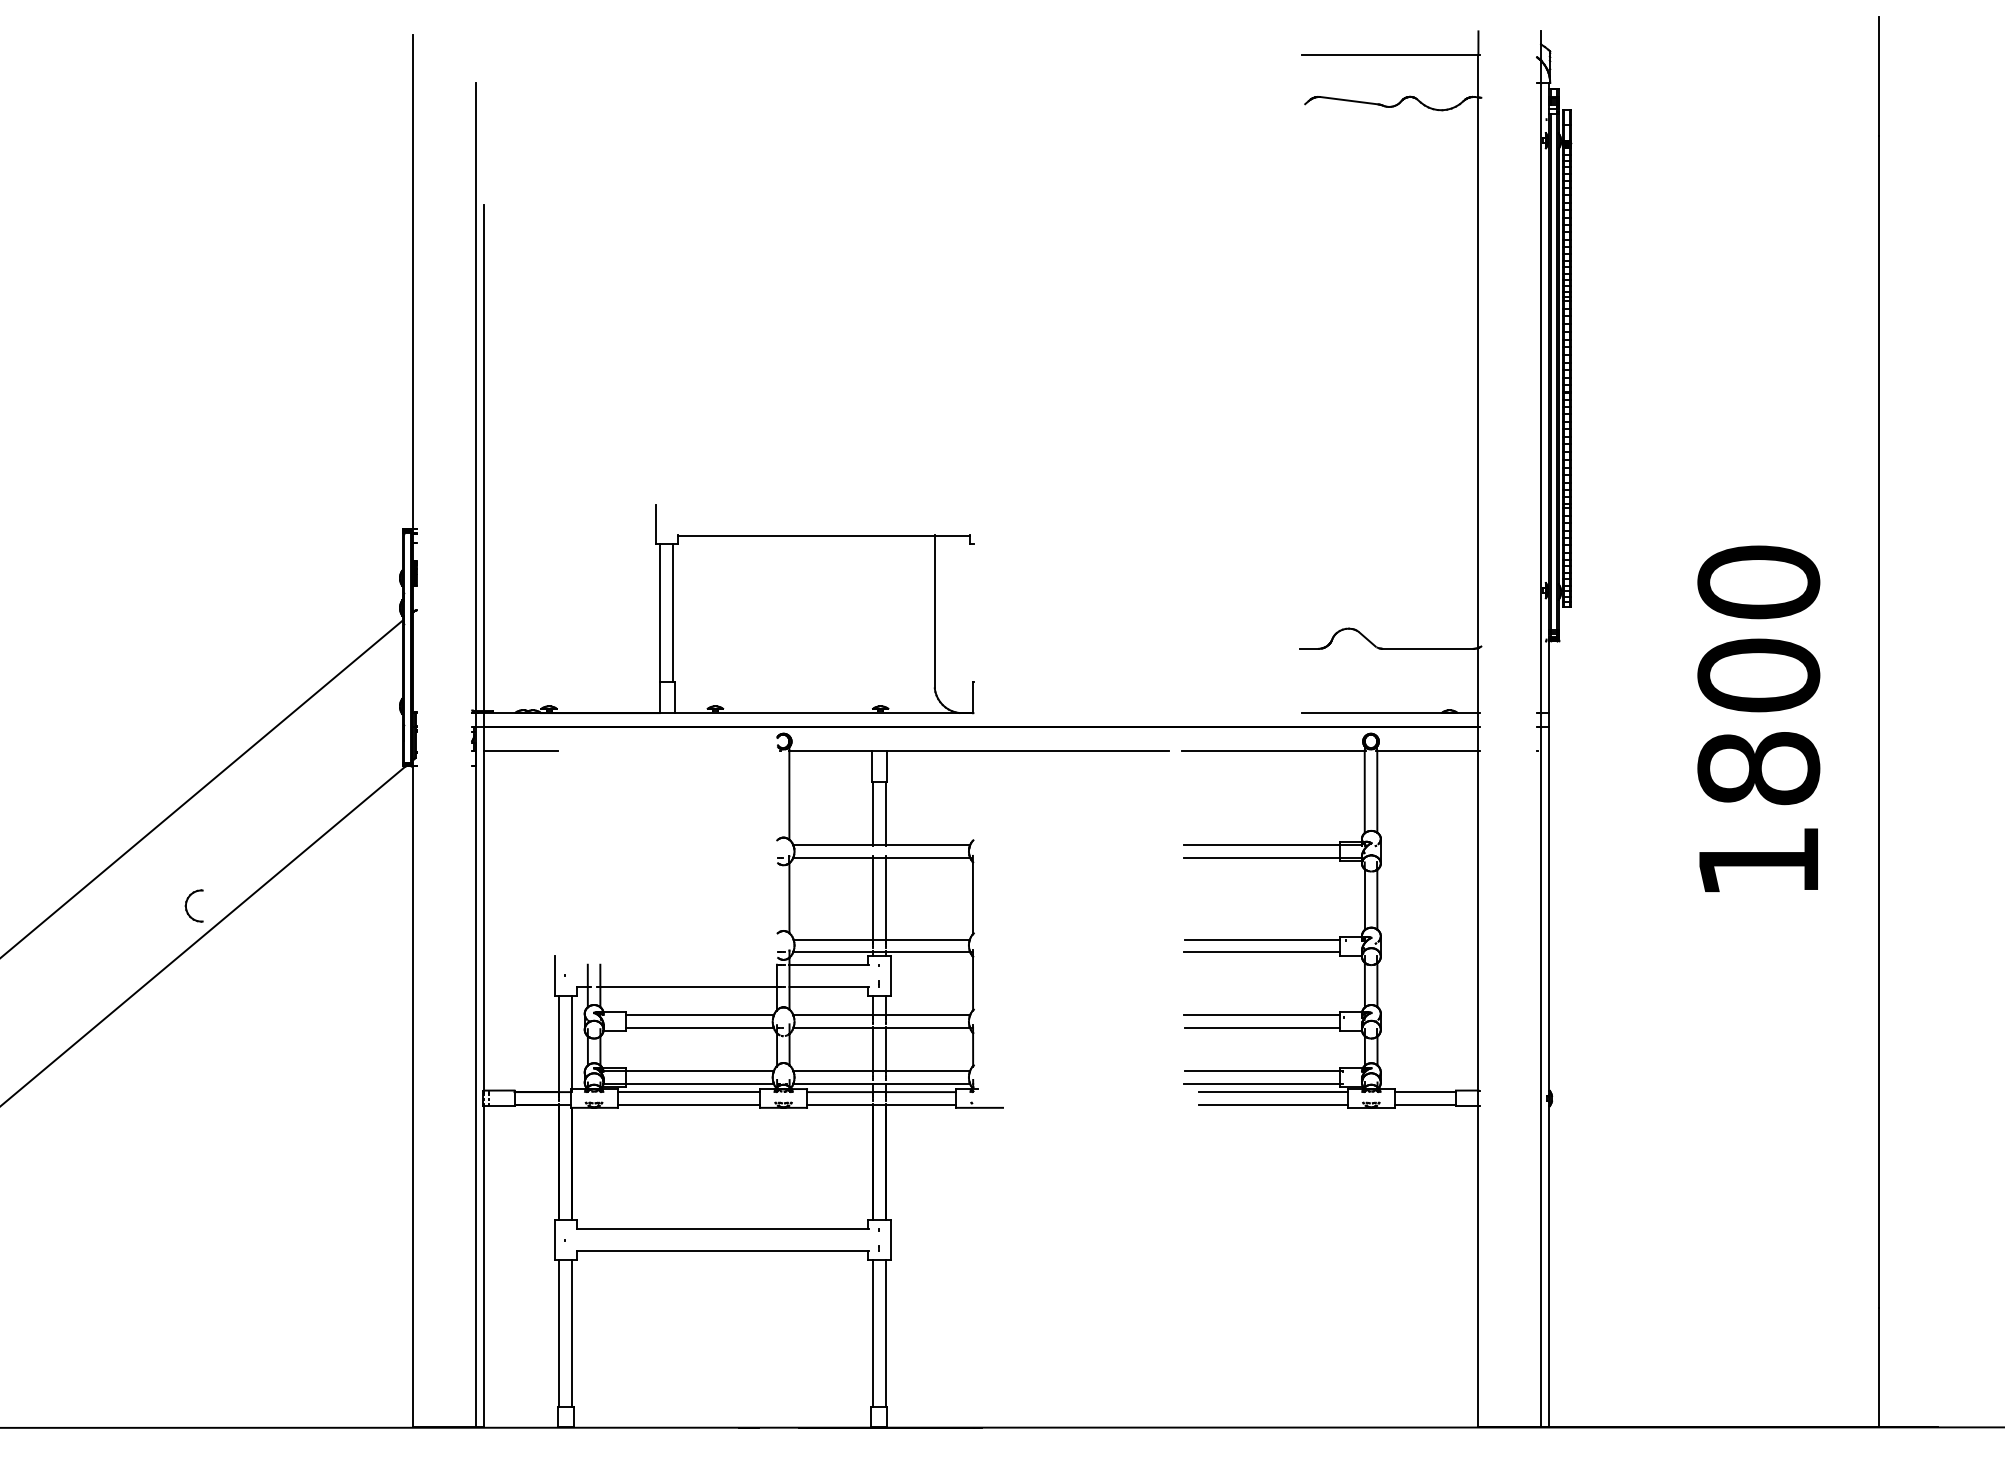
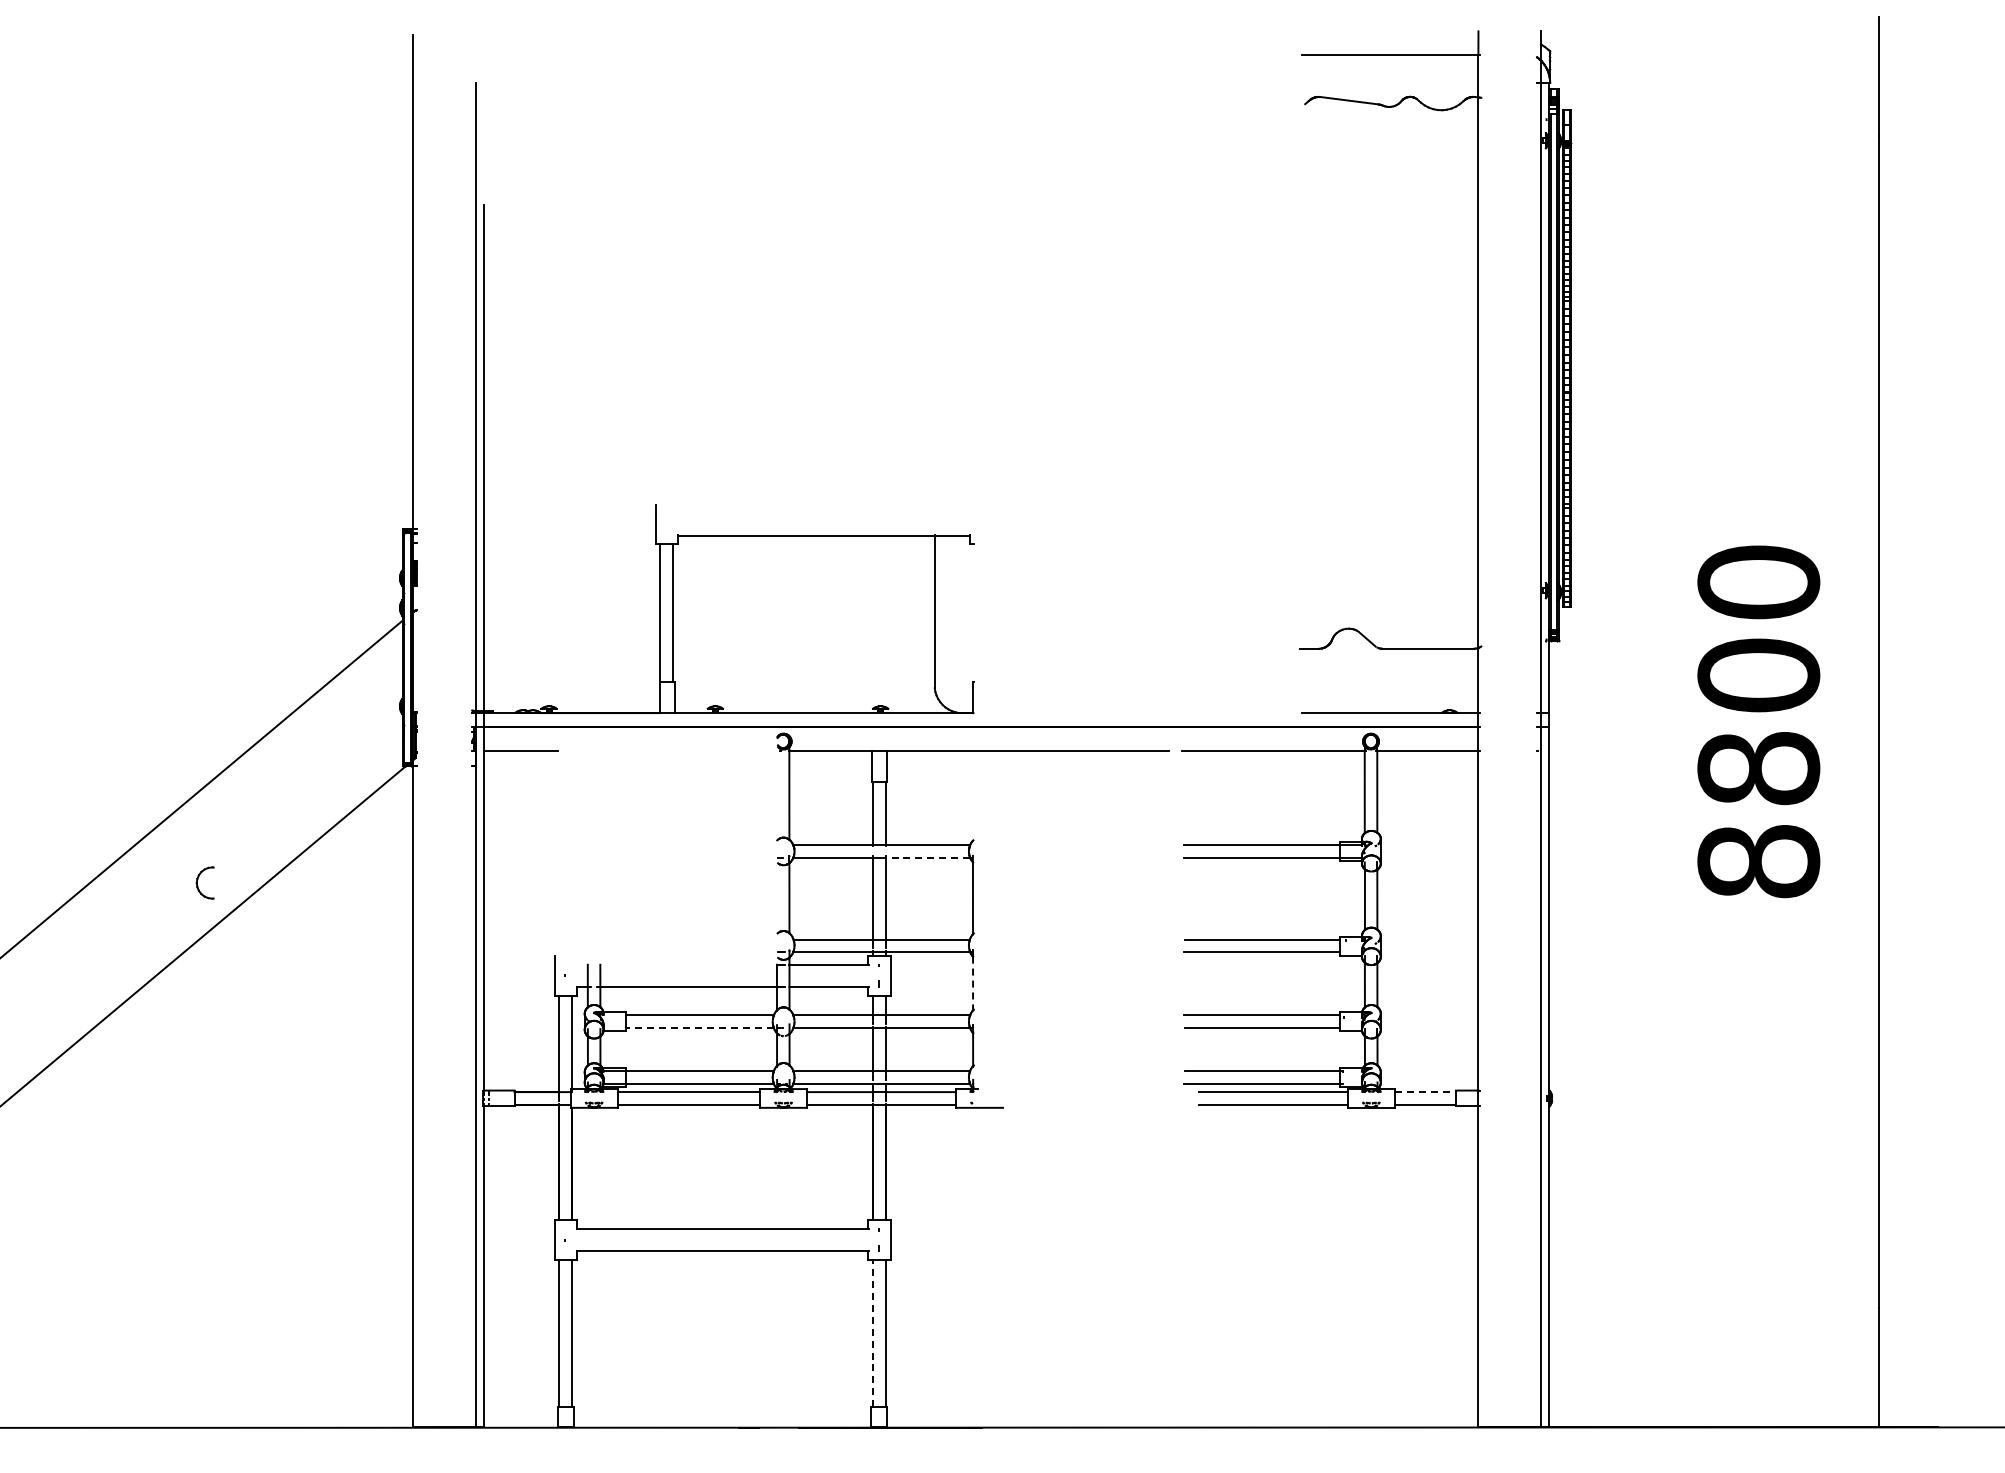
line at (927, 857): solid -> dashed
text at (1758, 861): 1800 -> 8800
part at (187, 903) position: (187, 903) -> (198, 880)
line at (973, 983): solid -> dashed
line at (699, 1027): solid -> dashed
line at (1425, 1092): solid -> dashed
line at (873, 1333): solid -> dashed
